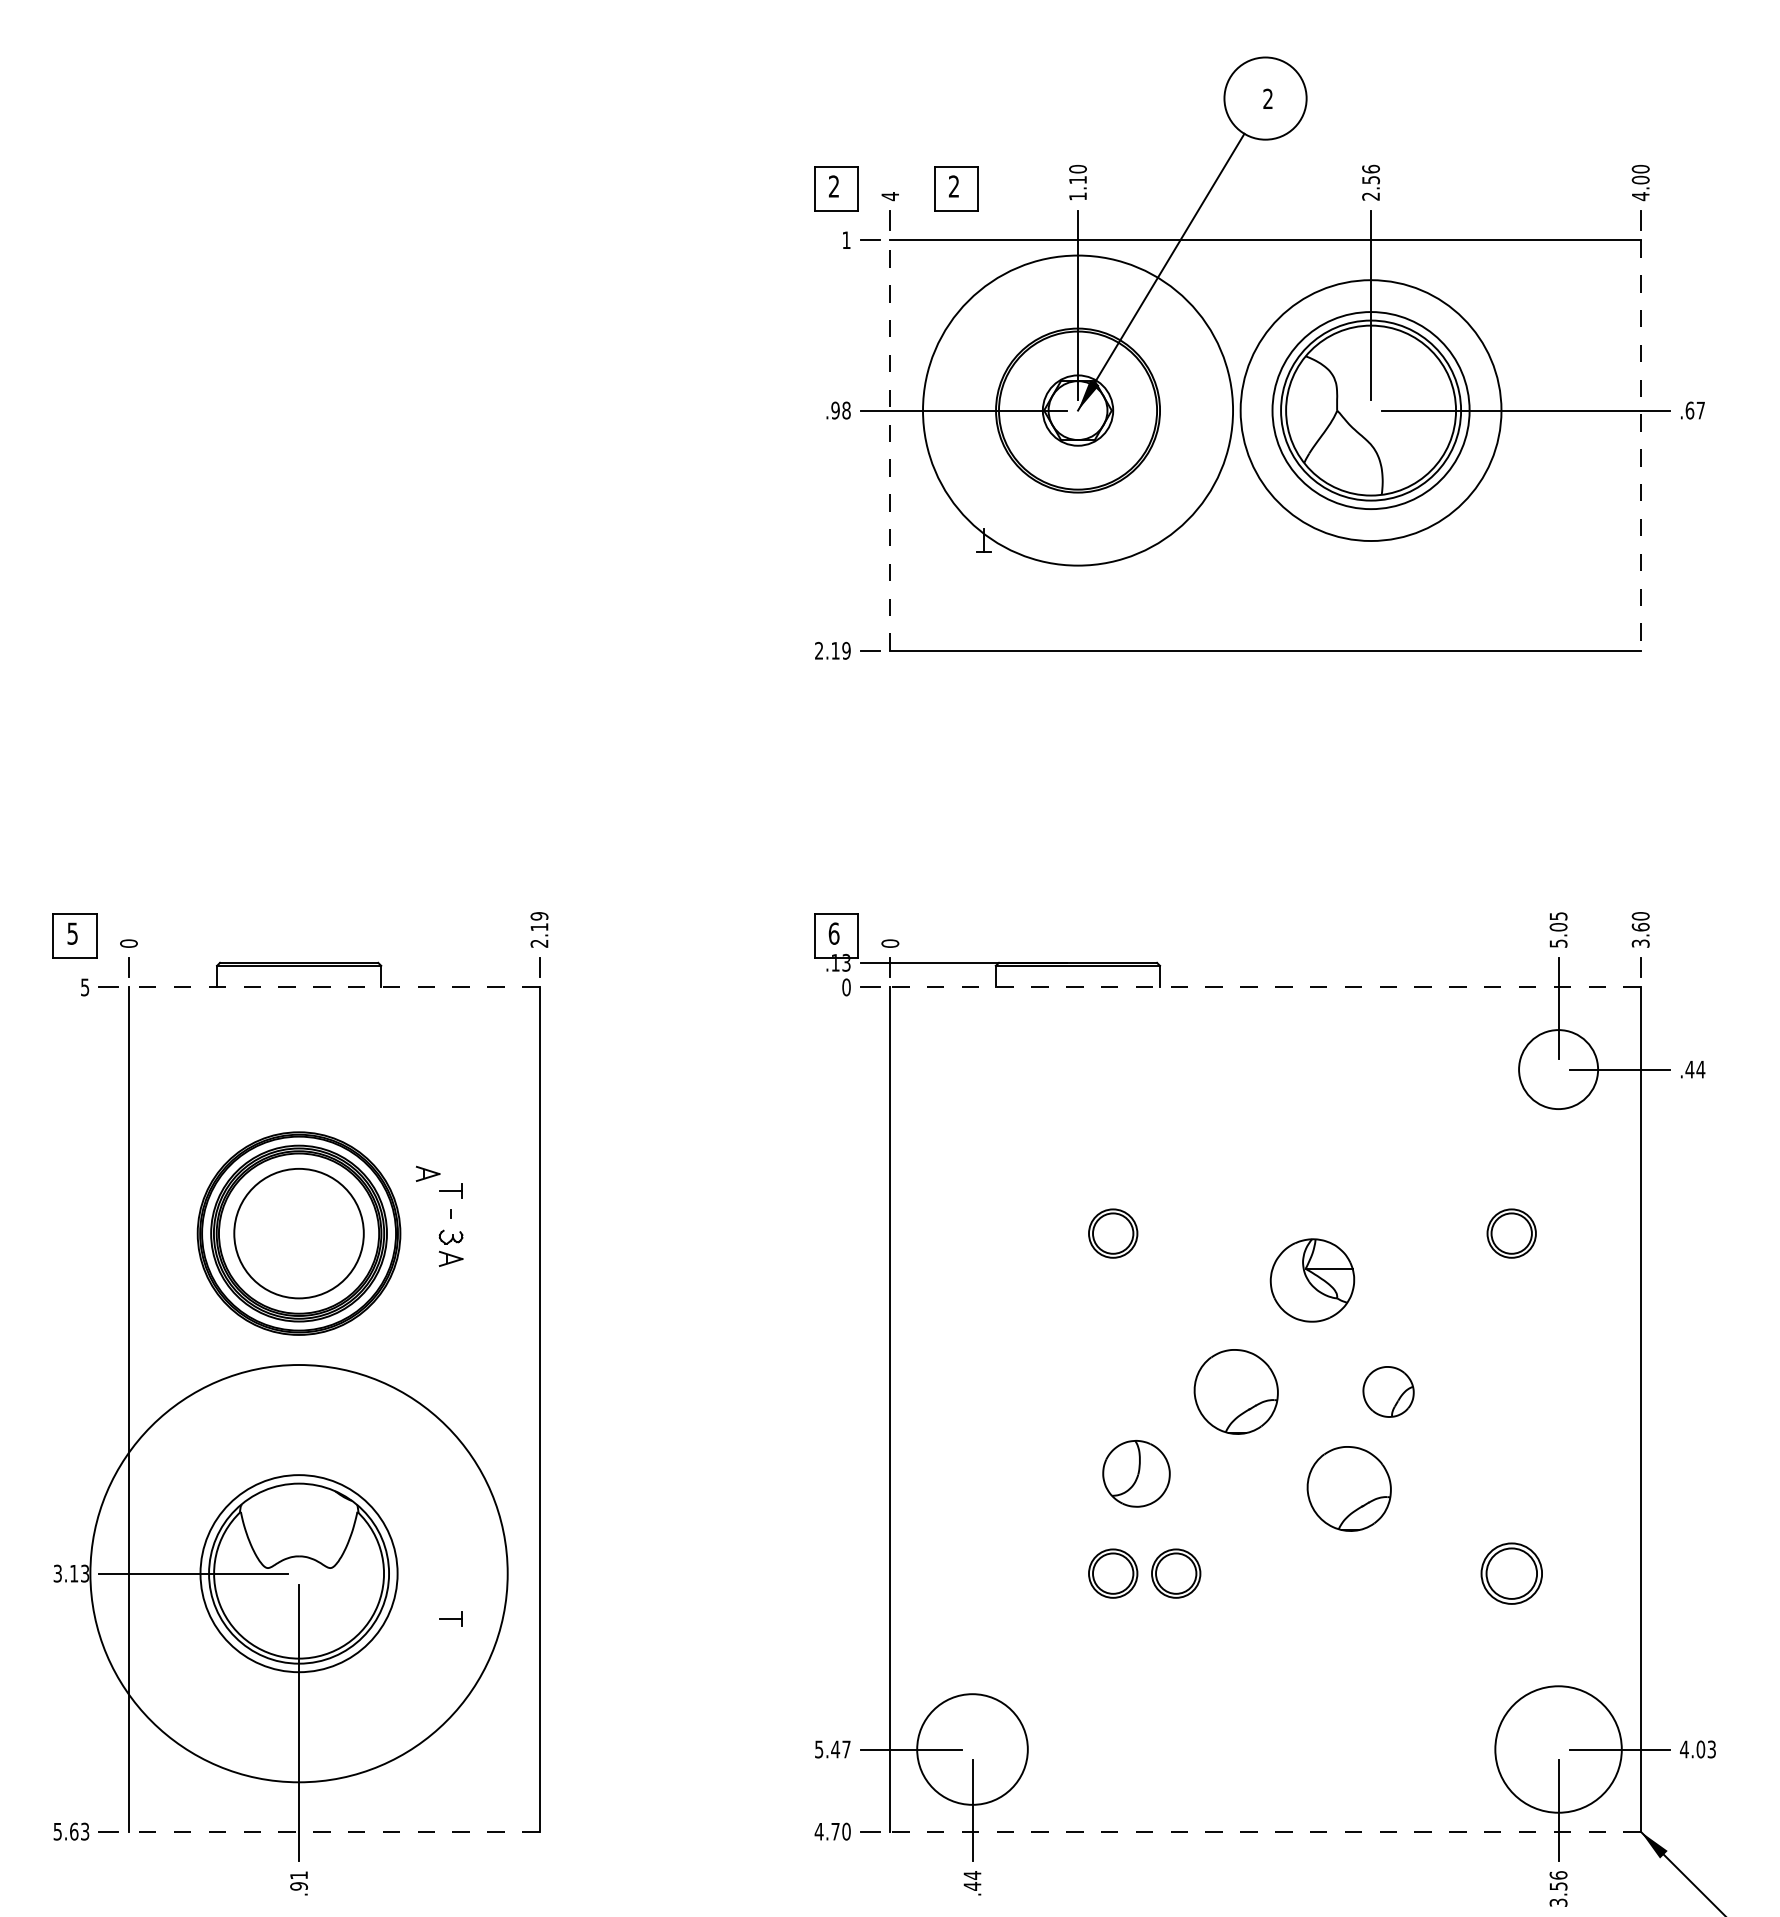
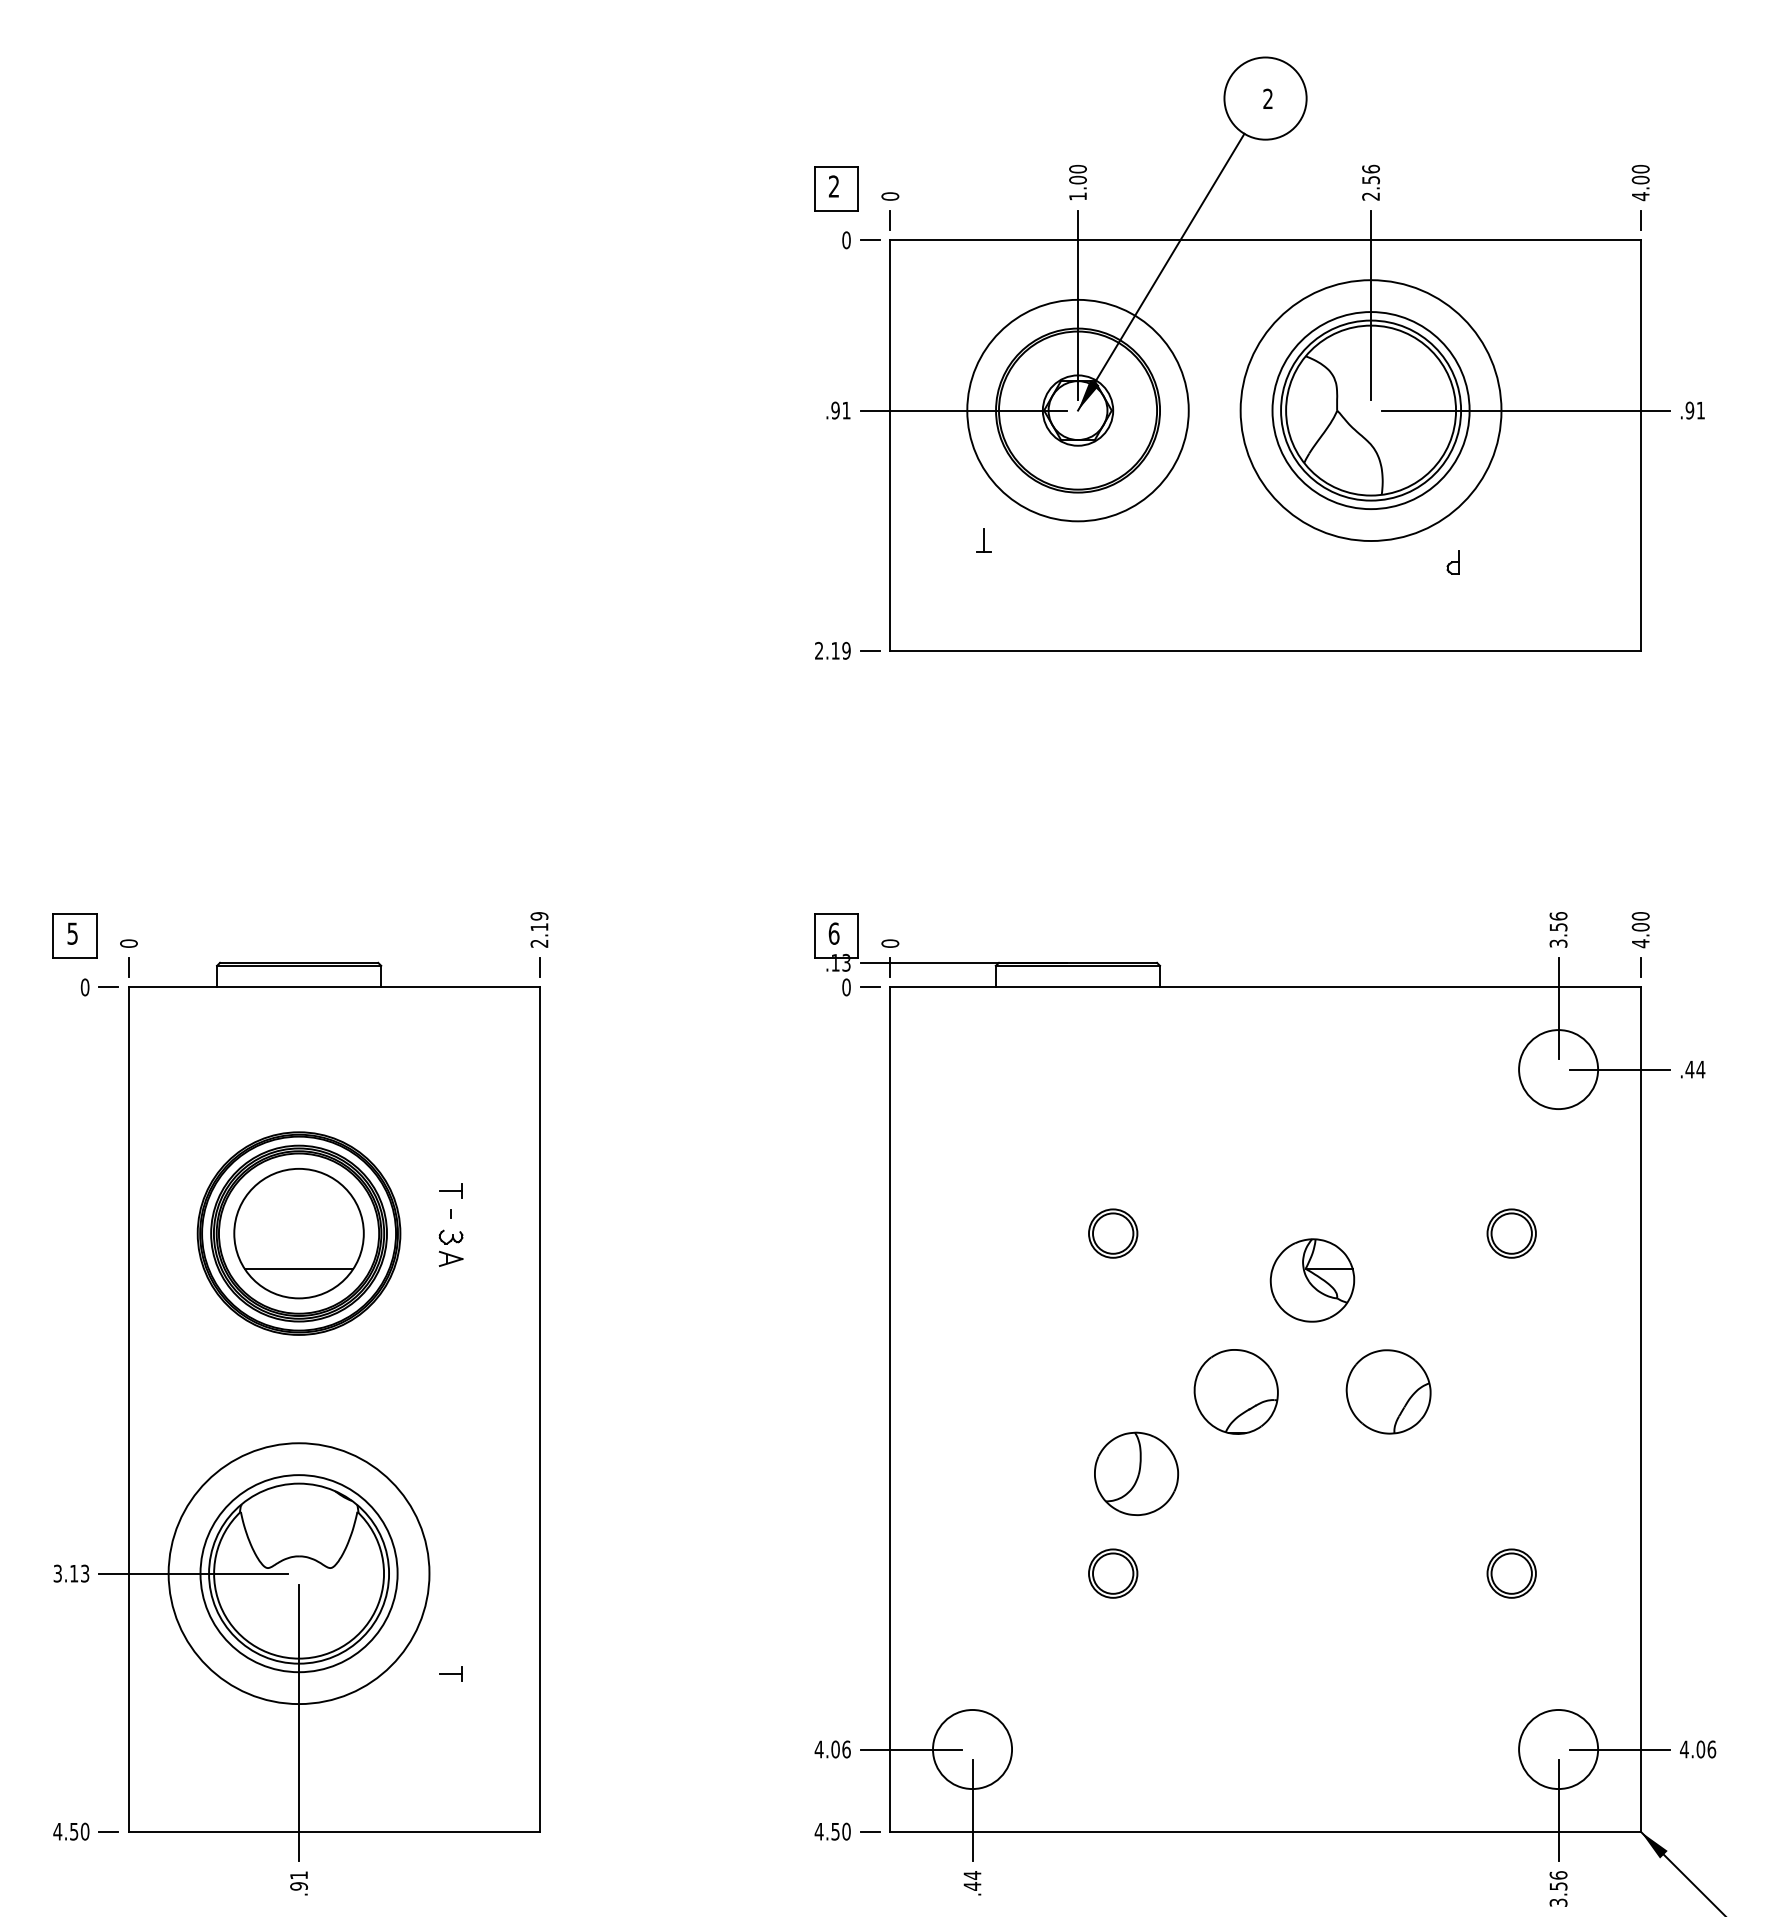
text at (1077, 179): 1.10 -> 1.00
part at (956, 188): present -> none
text at (890, 196): 4 -> 0
text at (846, 240): 1 -> 0
text at (846, 410): .98 -> .91
circle at (1078, 410) diameter: 310 px -> 221 px
text at (1694, 410): .67 -> .91
line at (890, 445): dashed -> solid
line at (1640, 446): dashed -> solid
part at (1452, 562): none -> present
text at (1558, 929): 5.05 -> 3.56
text at (1640, 935): 3.60 -> 4.00
text at (84, 987): 5 -> 0
line at (333, 987): dashed -> solid
line at (1265, 987): dashed -> solid
part at (427, 1173): present -> none
line at (298, 1268): none -> present
part at (1388, 1391) size: 53x52 px -> 87x86 px
part at (1136, 1473) size: 69x68 px -> 85x85 px
part at (1348, 1488): present -> none
circle at (298, 1573) diameter: 417 px -> 261 px
part at (1176, 1573): present -> none
part at (1511, 1573) size: 63x63 px -> 51x51 px
part at (450, 1618) position: (450, 1618) -> (450, 1673)
text at (832, 1749): 5.47 -> 4.06
circle at (972, 1749) diameter: 111 px -> 79 px
circle at (1558, 1749) diameter: 126 px -> 79 px
text at (1711, 1749): 4.03 -> 4.06
text at (71, 1831): 5.63 -> 4.50
line at (333, 1831): dashed -> solid
text at (835, 1831): 4.70 -> 4.50
line at (1265, 1831): dashed -> solid
